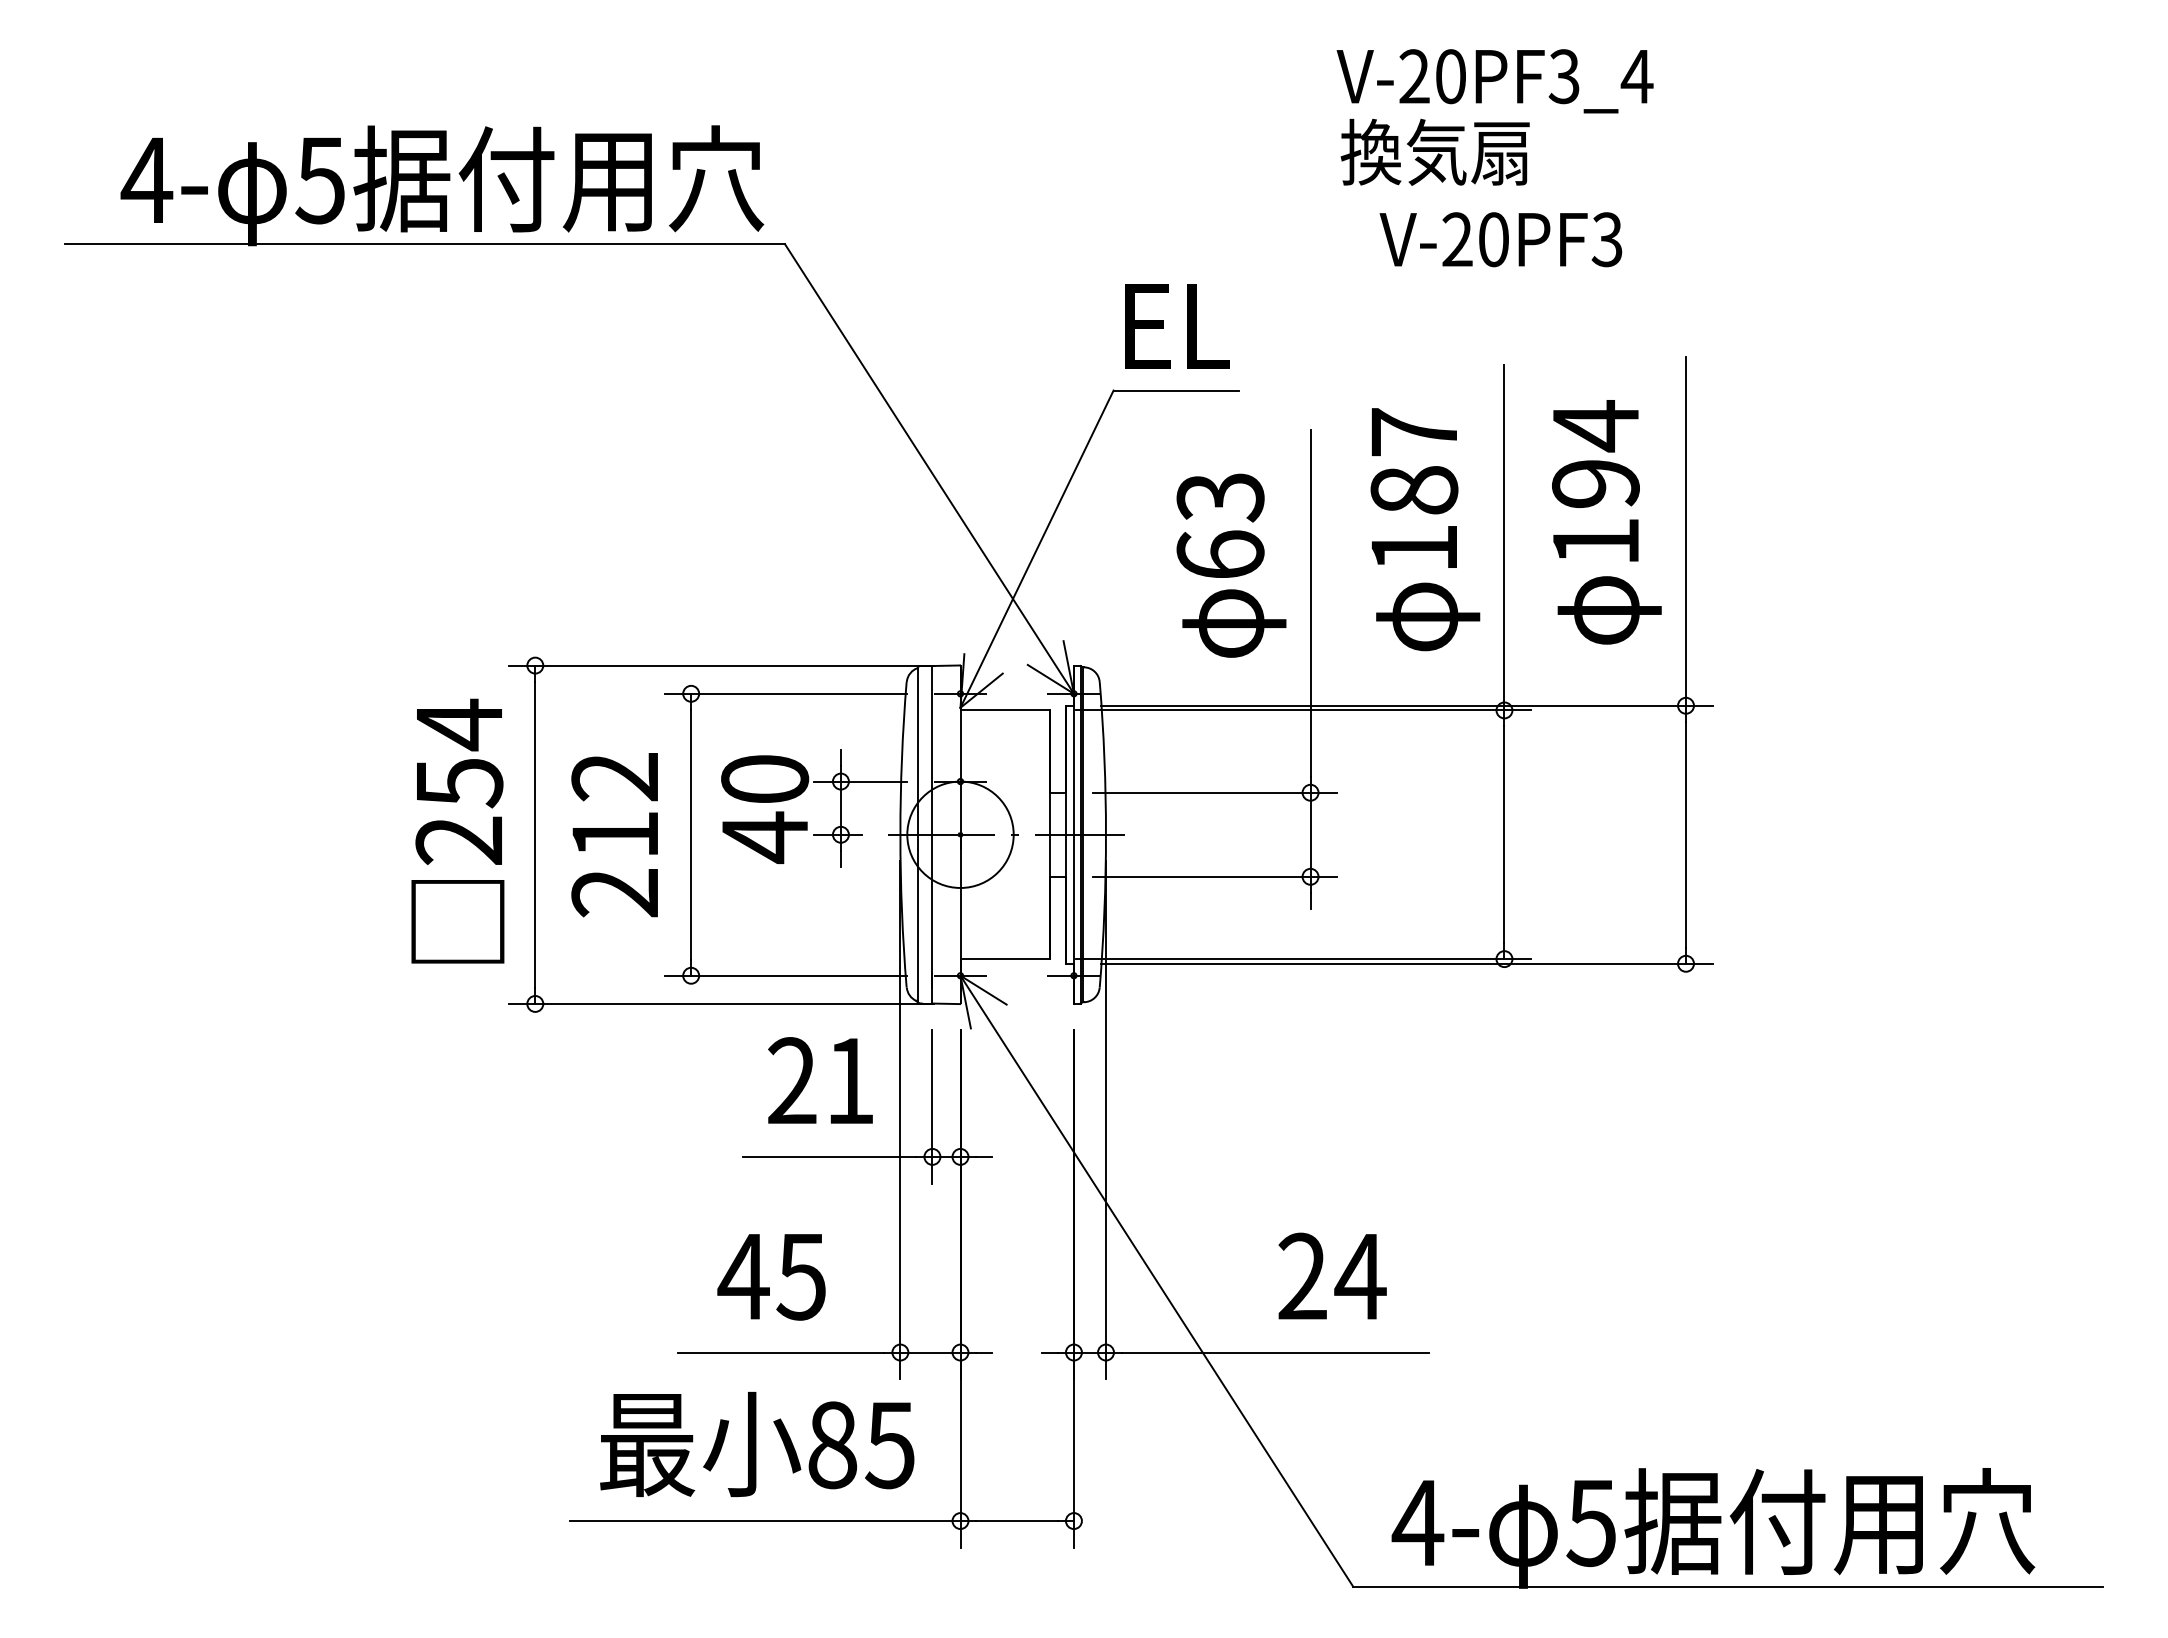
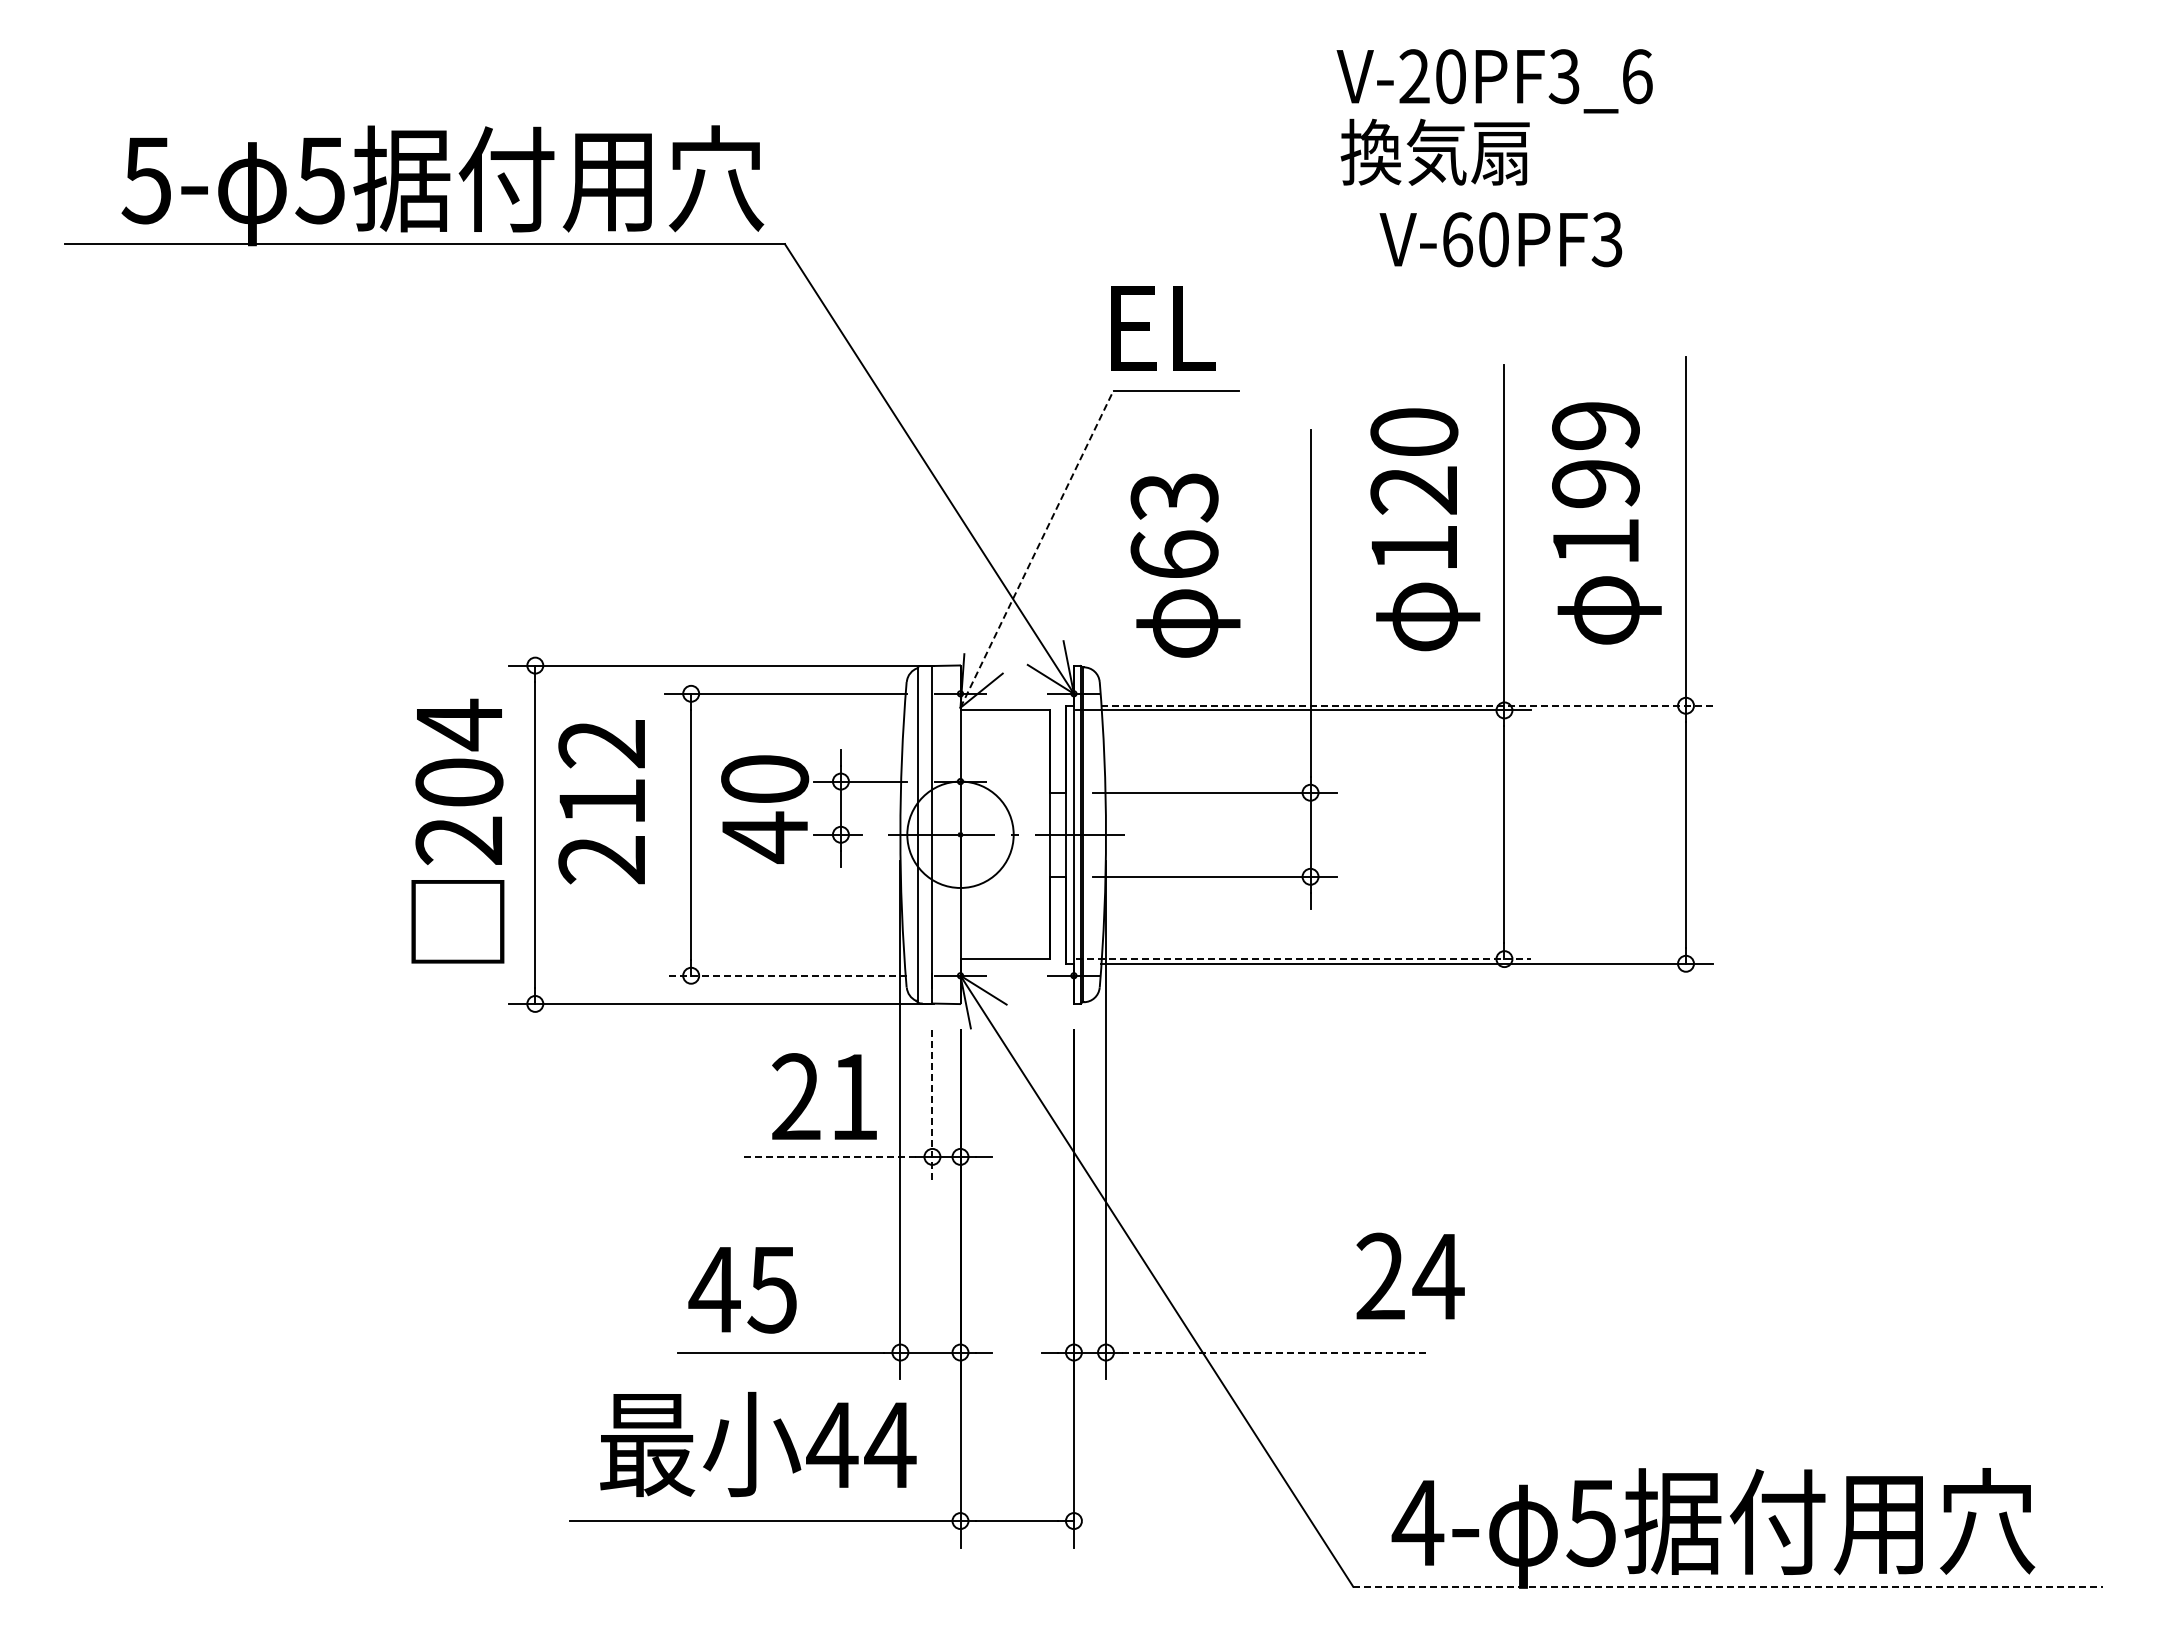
text at (1636, 76): V-20PF3_4 -> V-20PF3_6
text at (146, 180): 4- -> 5-
text at (1457, 239): V-20PF3 -> V-60PF3
text at (1177, 326) position: (1177, 326) -> (1163, 328)
text at (1595, 426): 194 -> 199
text at (1414, 461): 187 -> 120
line at (1037, 548): solid -> dashed
text at (1231, 565) position: (1231, 565) -> (1185, 565)
line at (1407, 705): solid -> dashed
text at (459, 783): 254 -> 204
text at (614, 835) position: (614, 835) -> (601, 802)
line at (1304, 959): solid -> dashed
line at (785, 975): solid -> dashed
text at (820, 1080) position: (820, 1080) -> (824, 1096)
line at (932, 1106): solid -> dashed
line at (829, 1156): solid -> dashed
text at (1332, 1275) position: (1332, 1275) -> (1410, 1275)
text at (771, 1277) position: (771, 1277) -> (742, 1290)
line at (1275, 1352): solid -> dashed
text at (861, 1445): 85 -> 44
line at (1728, 1586): solid -> dashed
